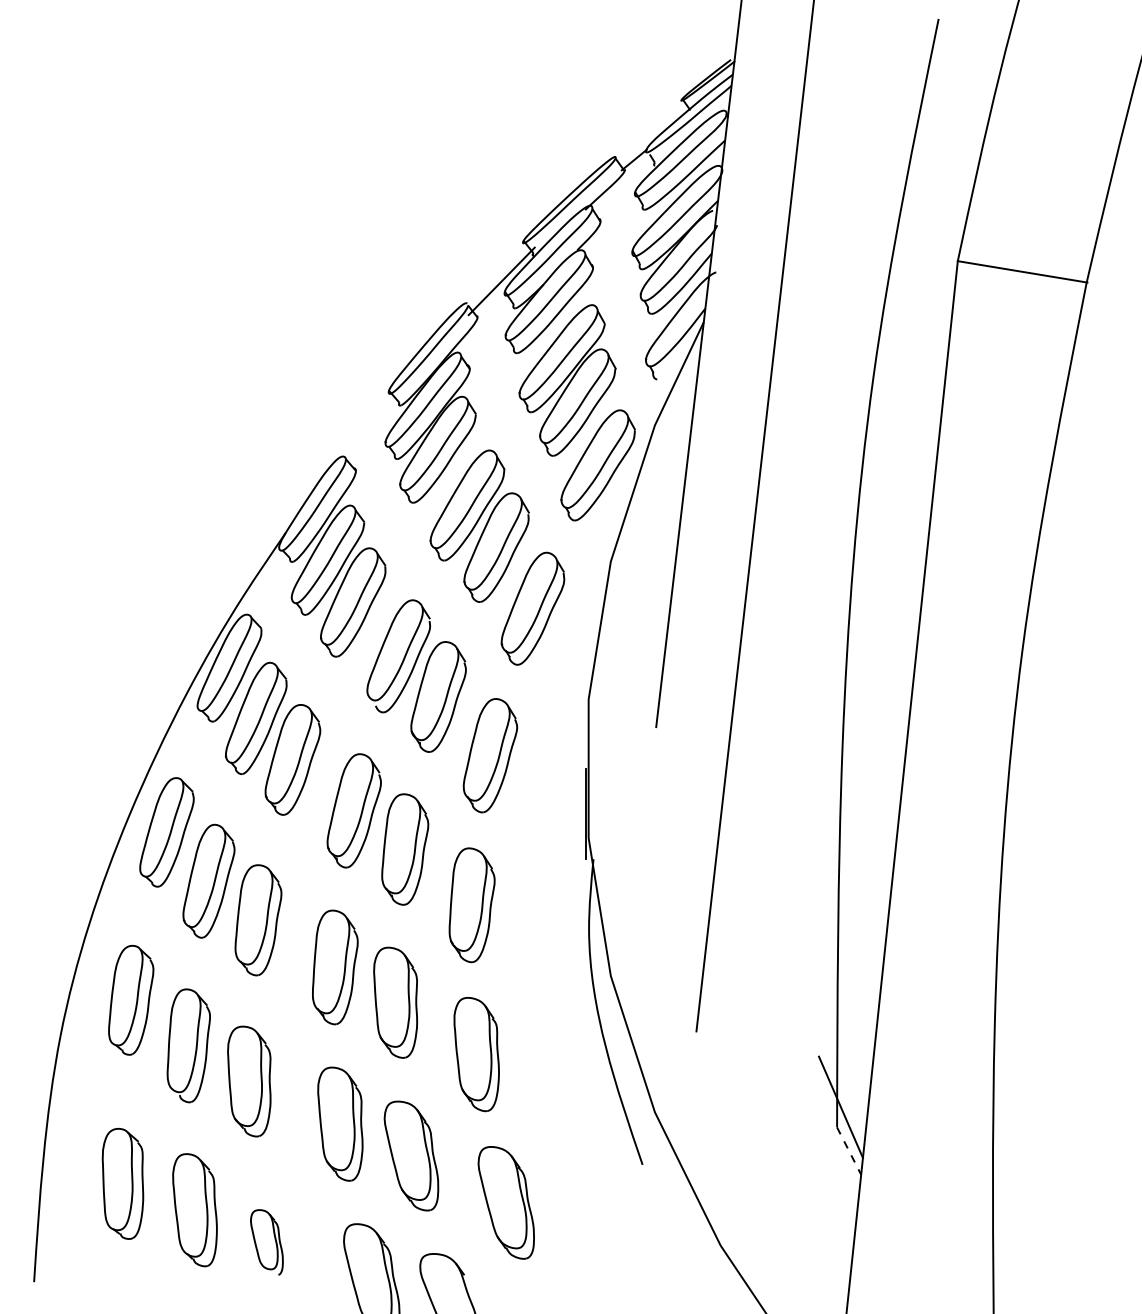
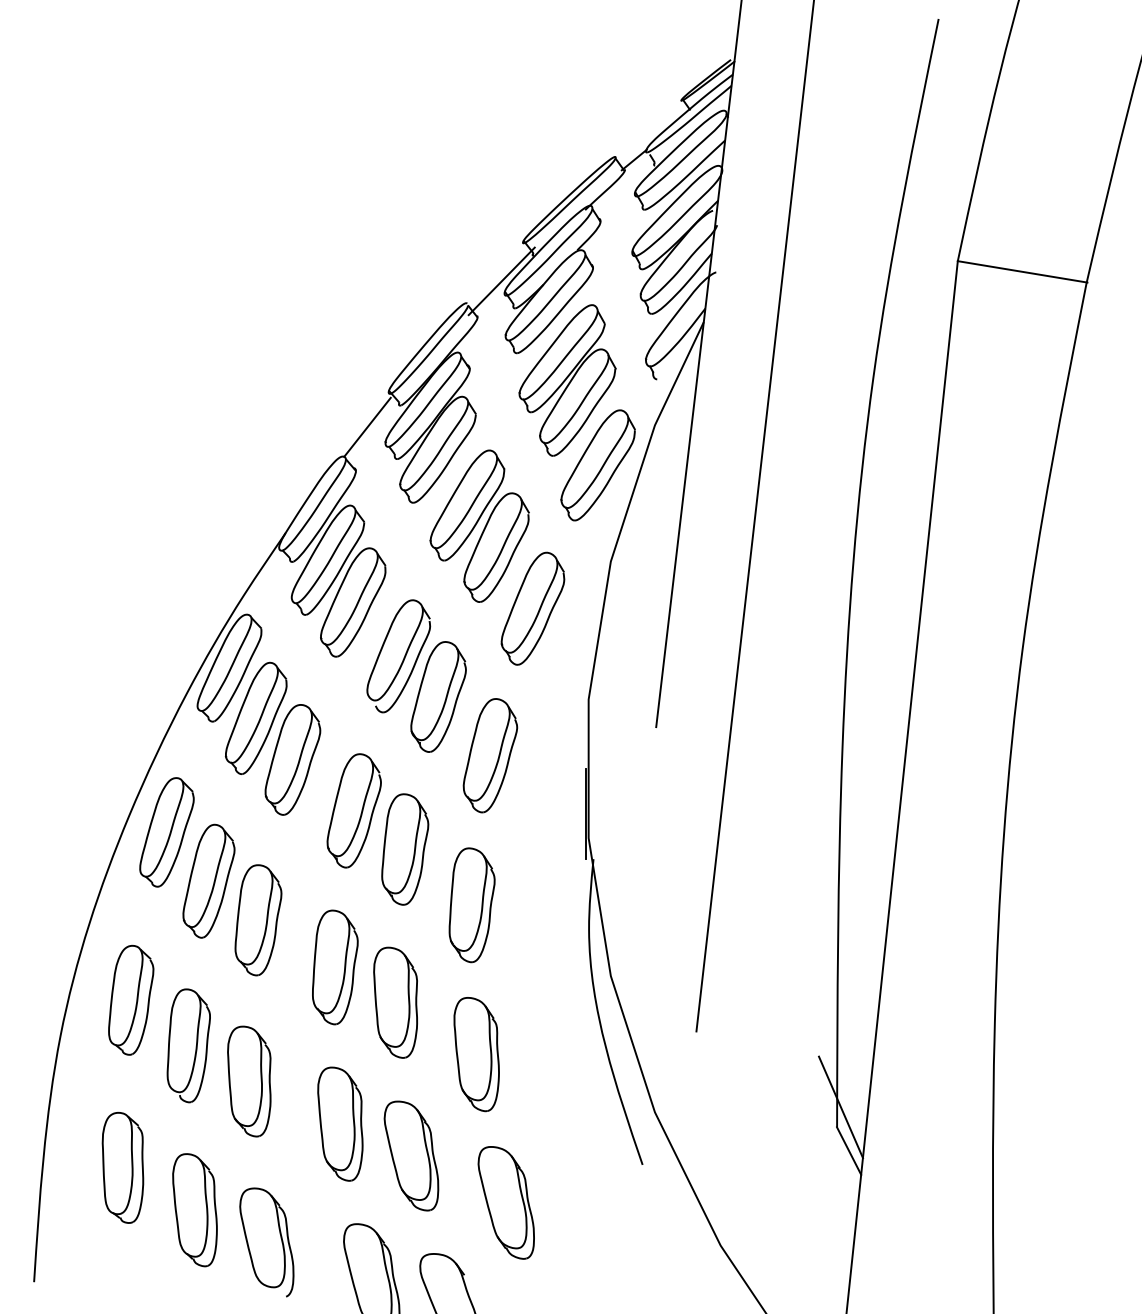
line at (367, 426): none -> present
line at (849, 1151): dashed -> solid
part at (122, 1183) position: (122, 1183) -> (122, 1167)
part at (266, 1242) size: 34x67 px -> 56x111 px
